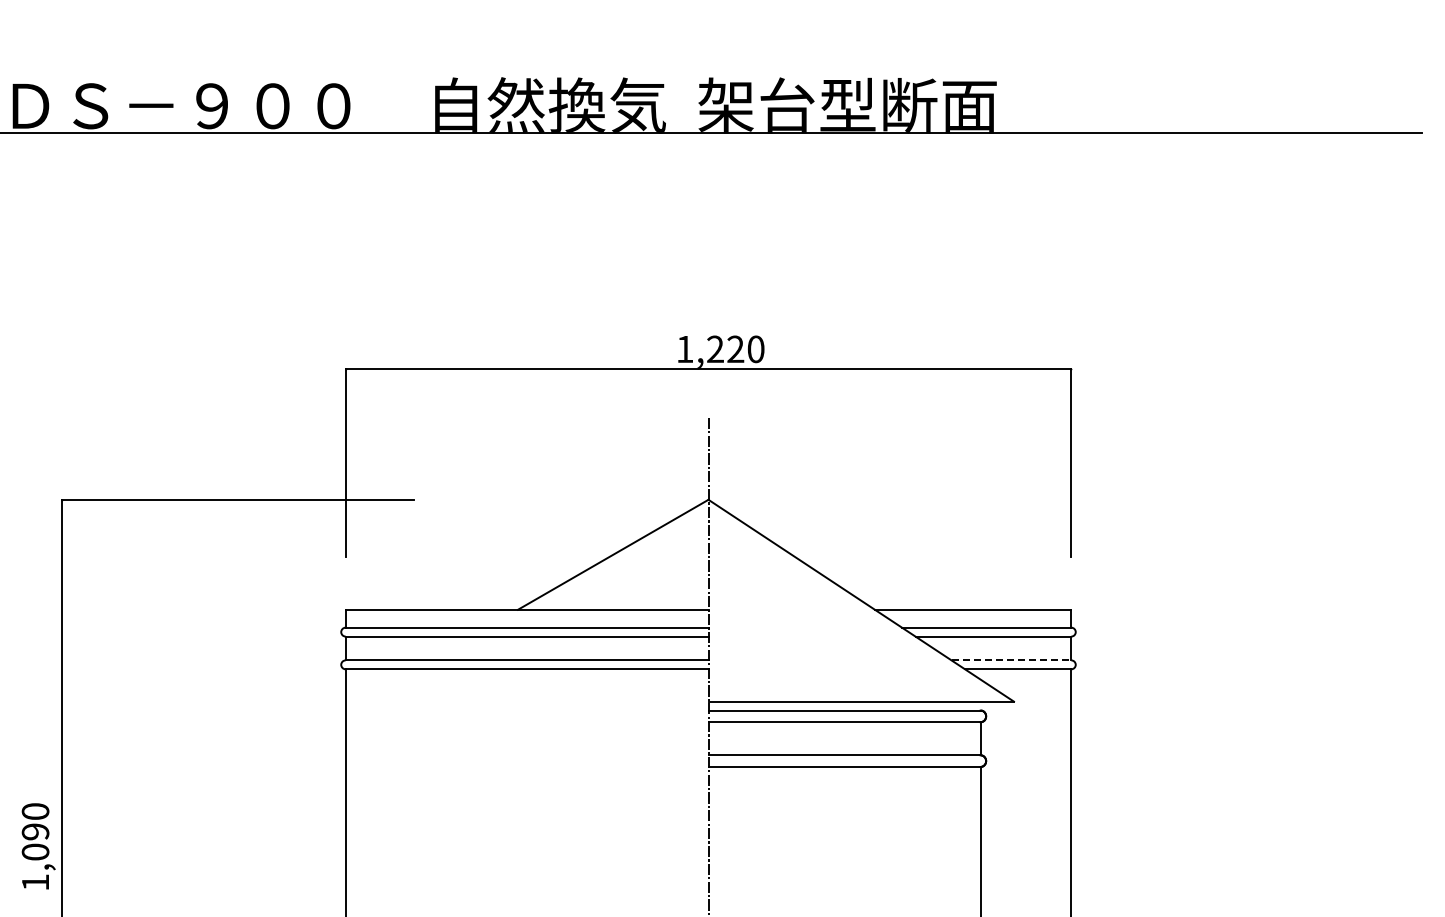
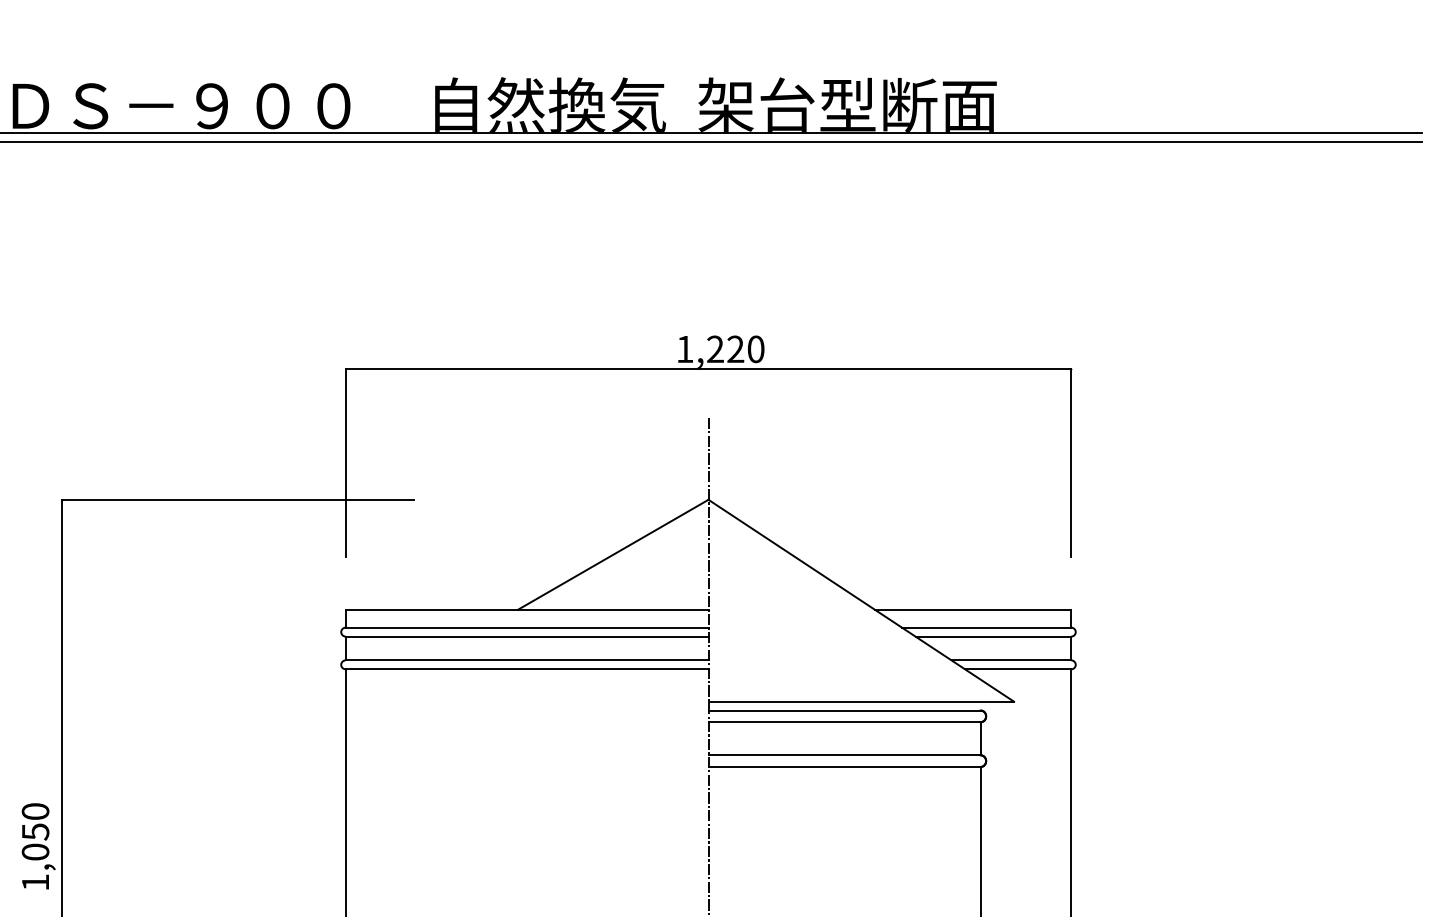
line at (712, 142): none -> present
line at (1011, 660): dashed -> solid
text at (35, 831): 1,090 -> 1,050
